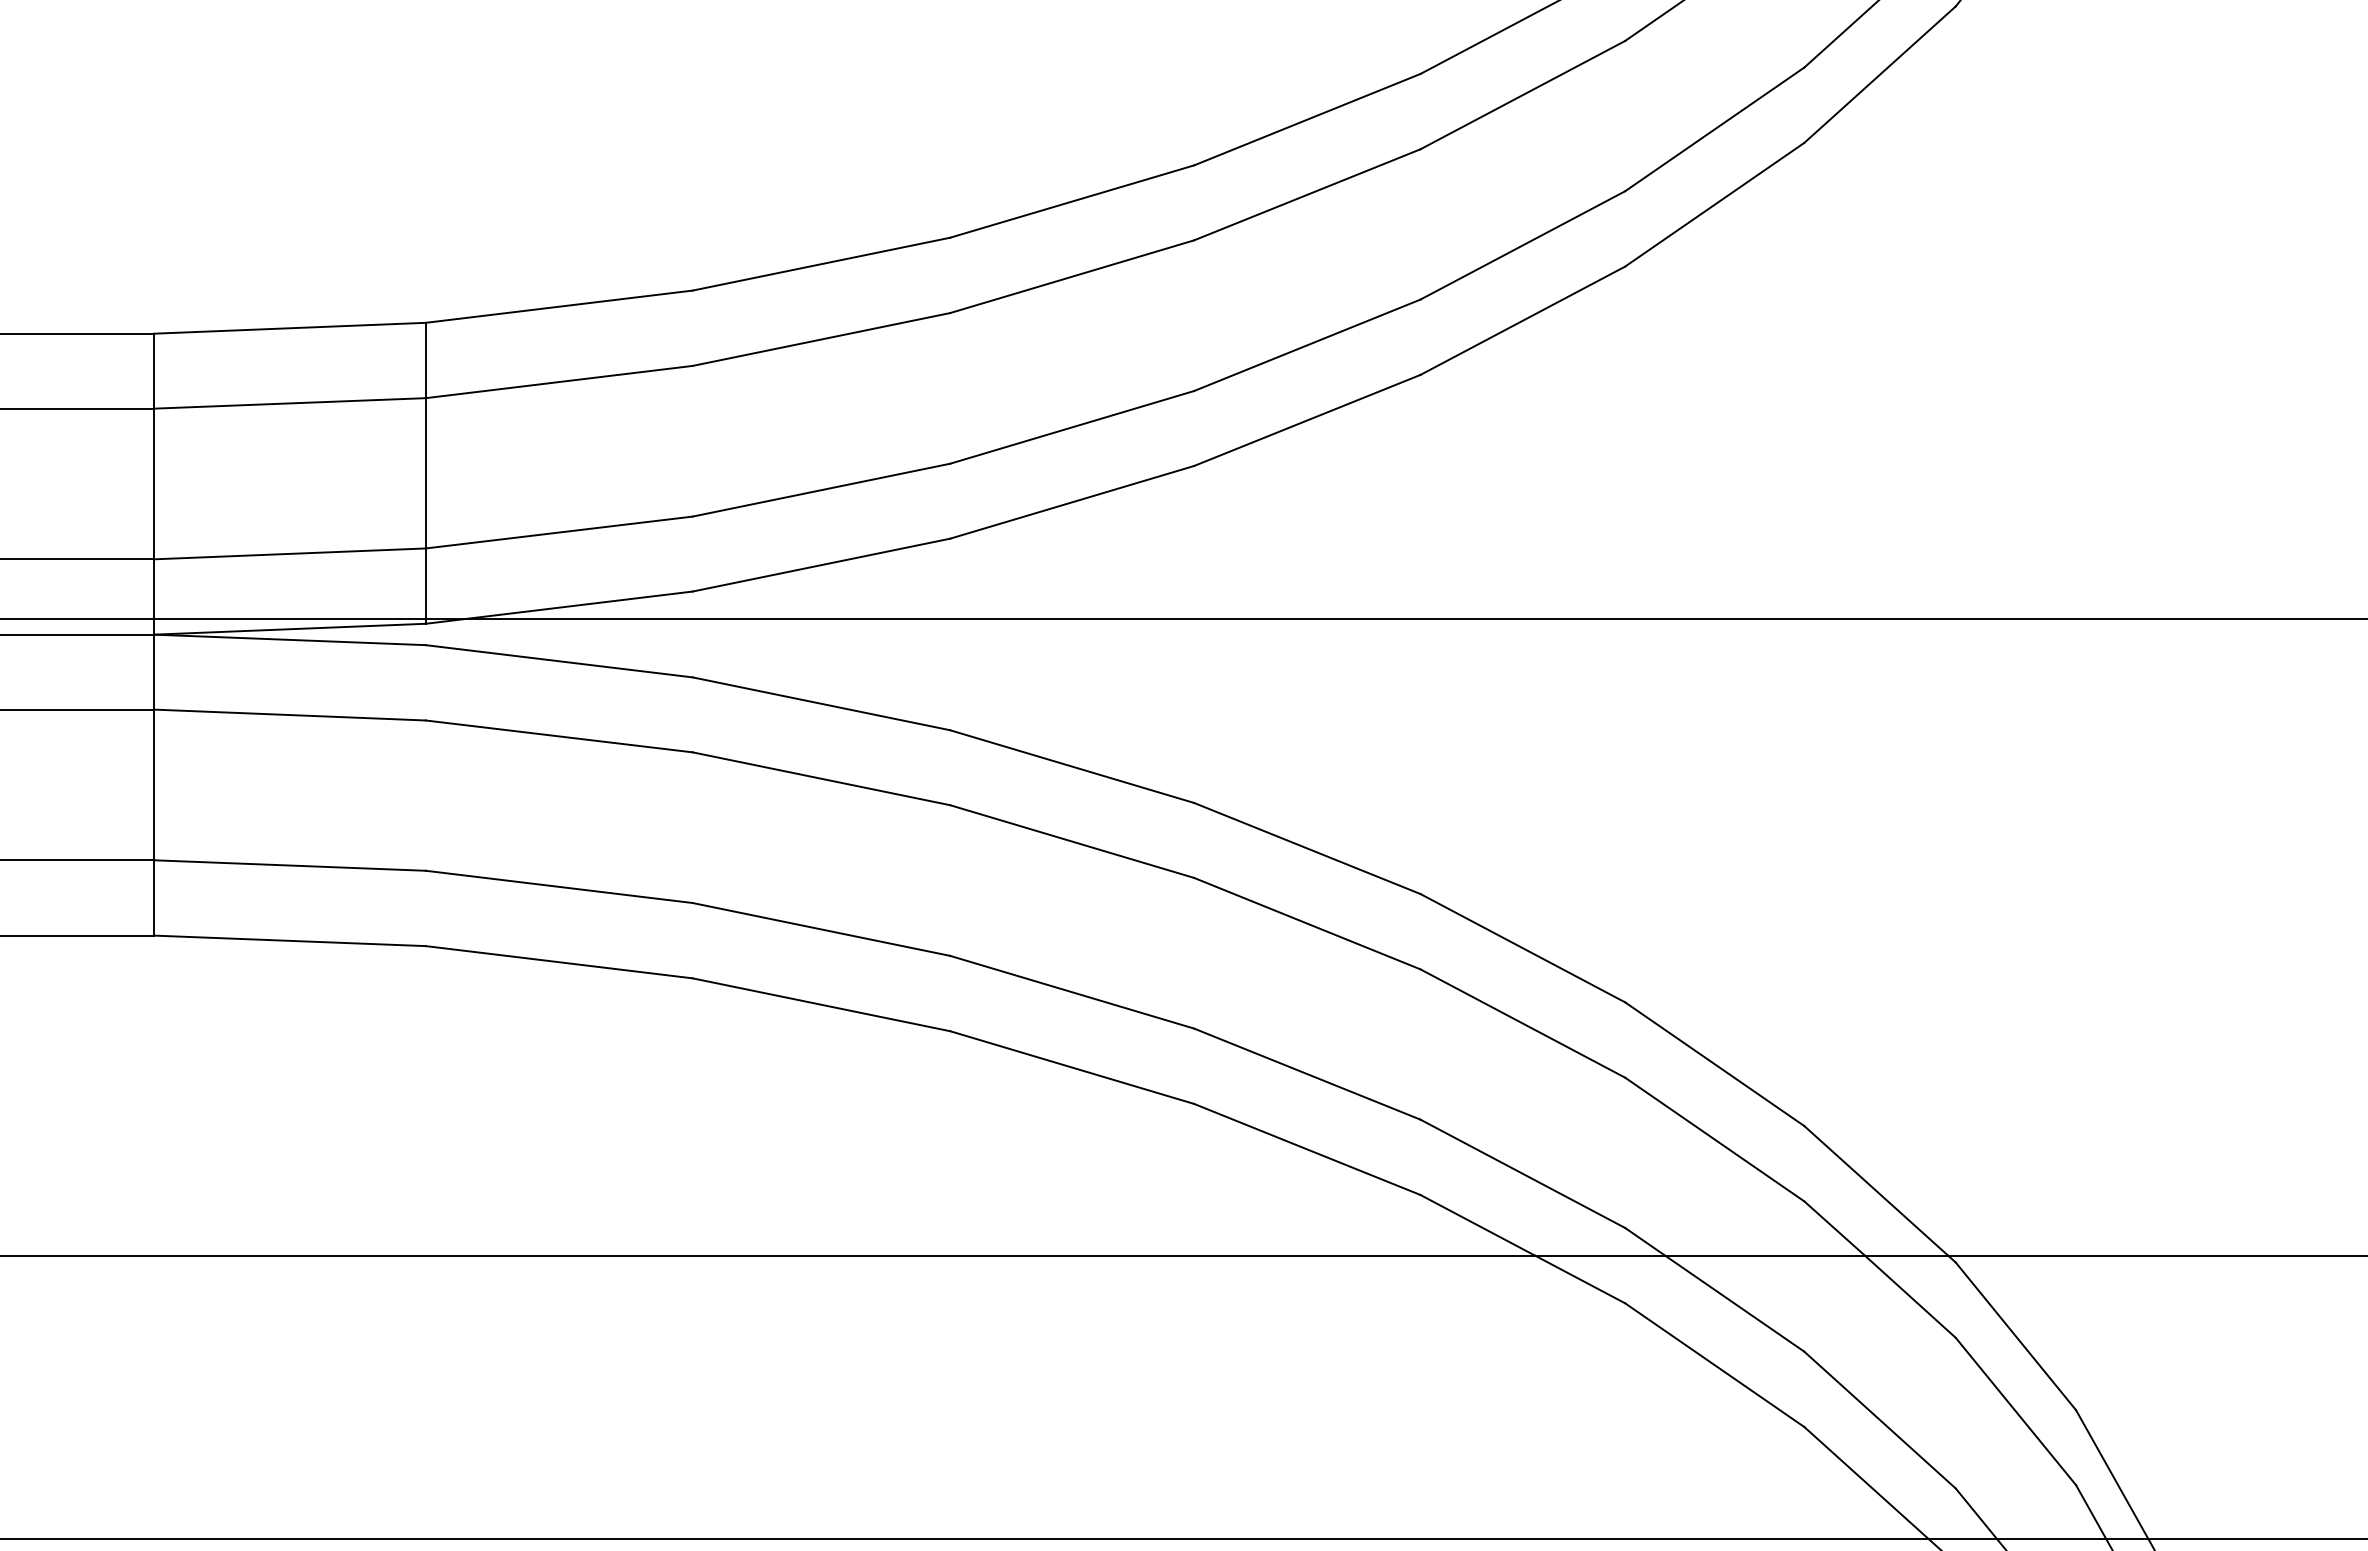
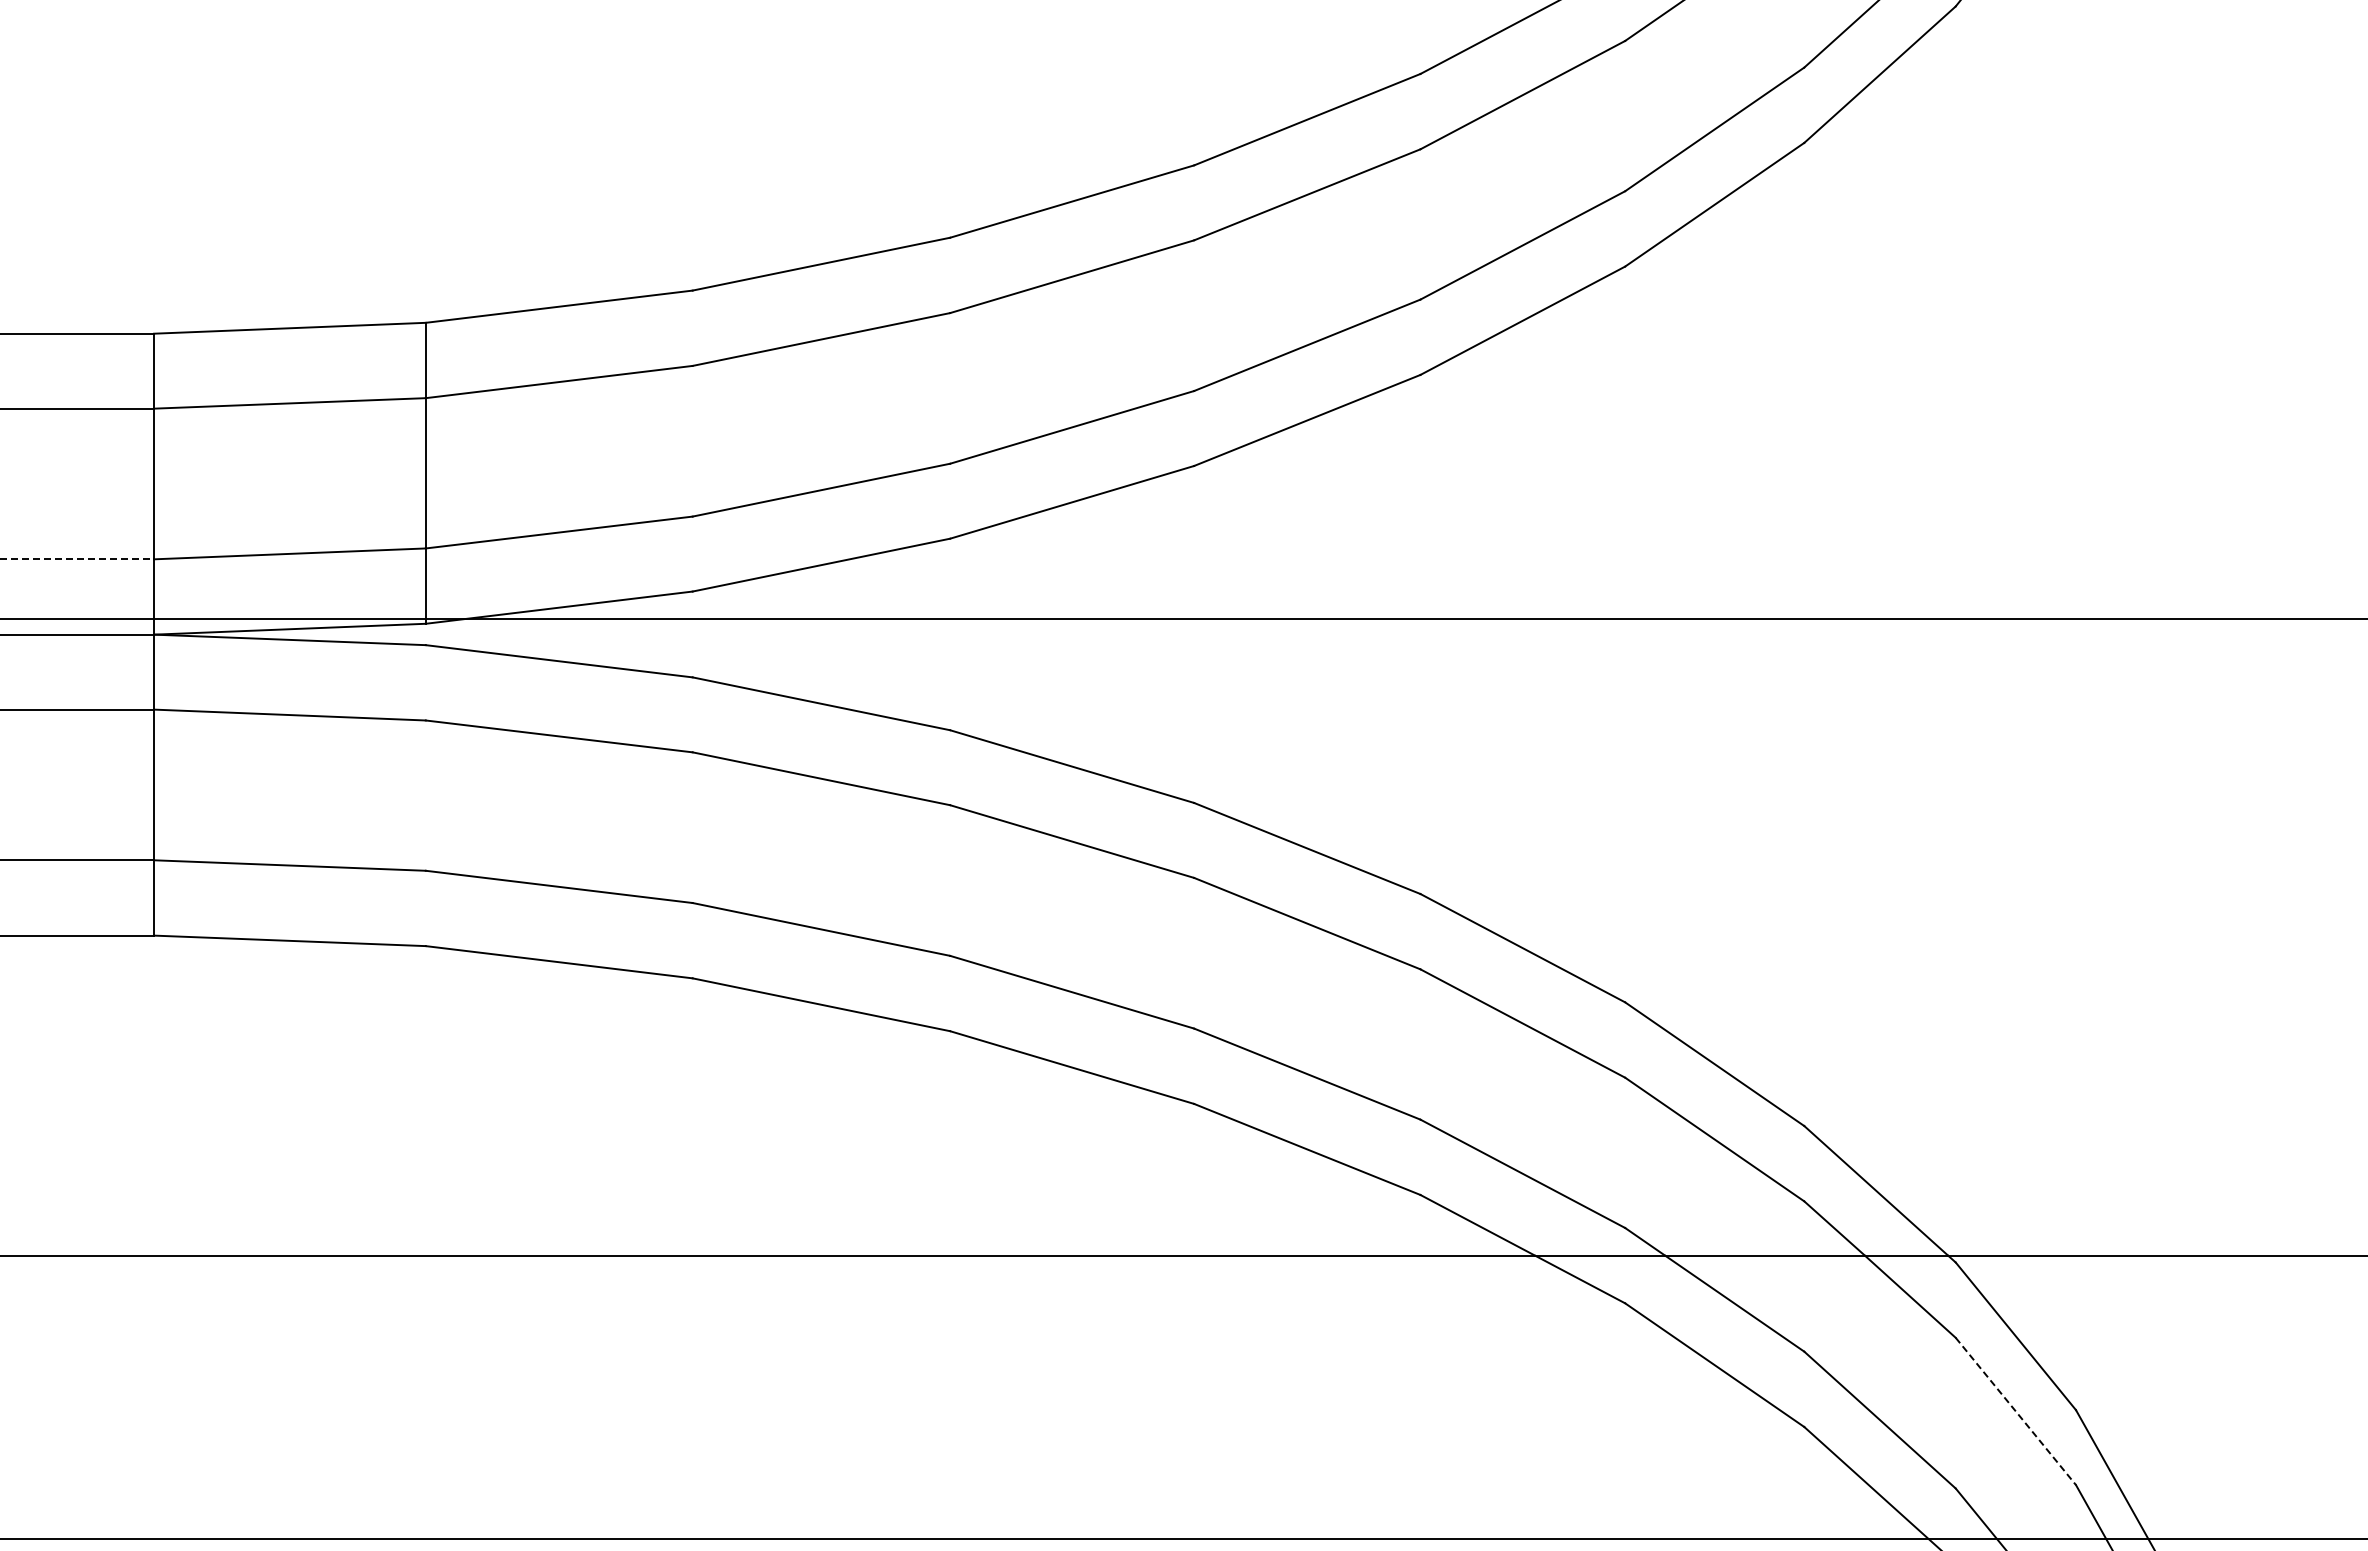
line at (77, 559): solid -> dashed
line at (2016, 1411): solid -> dashed
